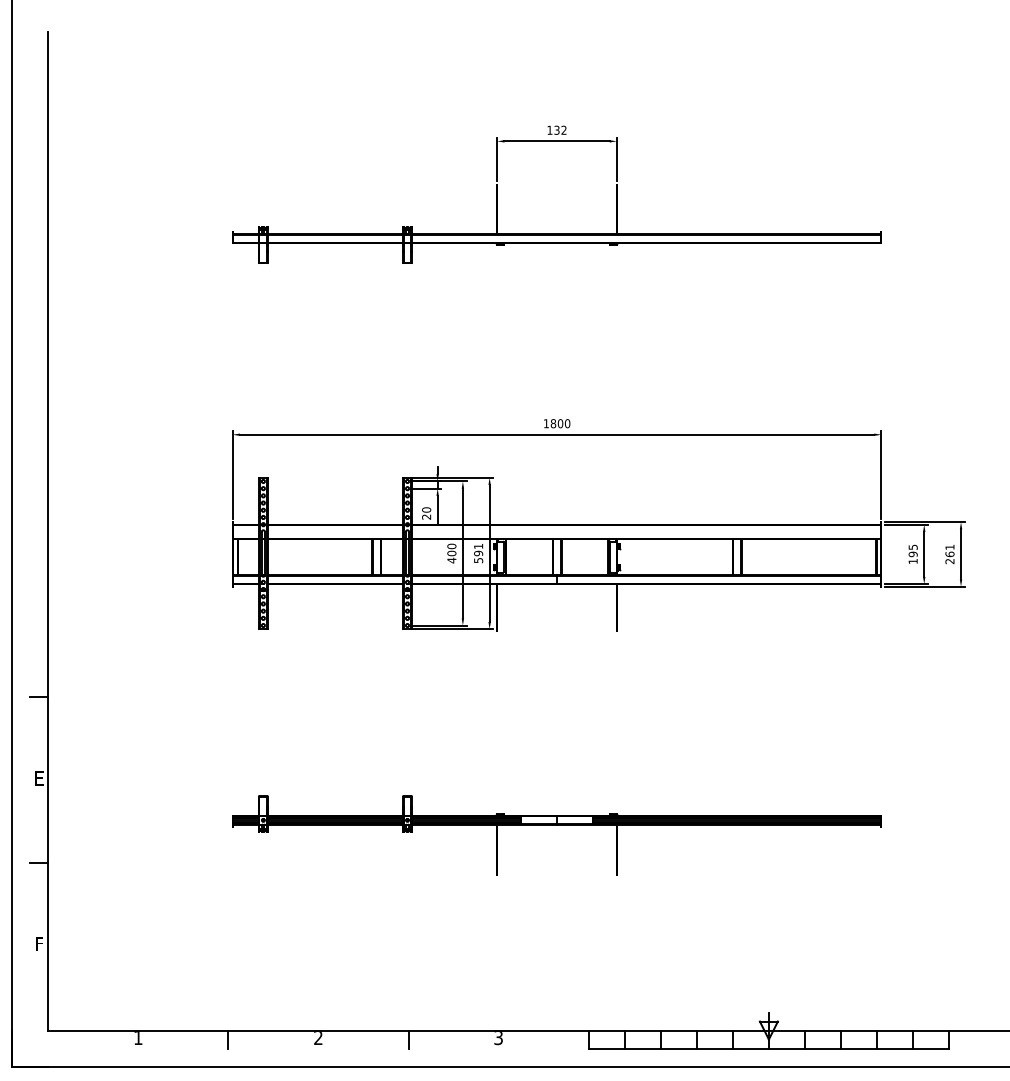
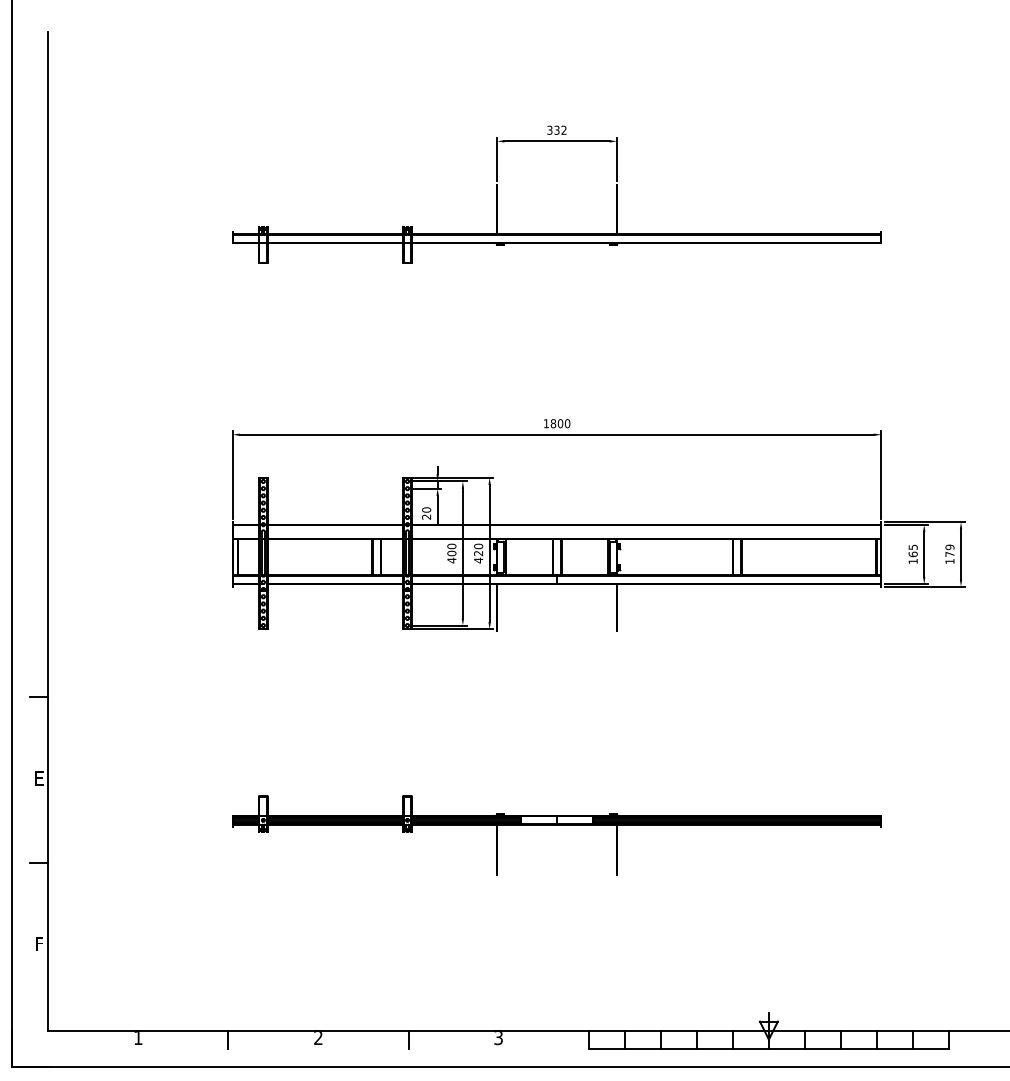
text at (549, 129): 132 -> 332
text at (478, 553): 591 -> 420
text at (912, 554): 195 -> 165
text at (949, 554): 261 -> 179
